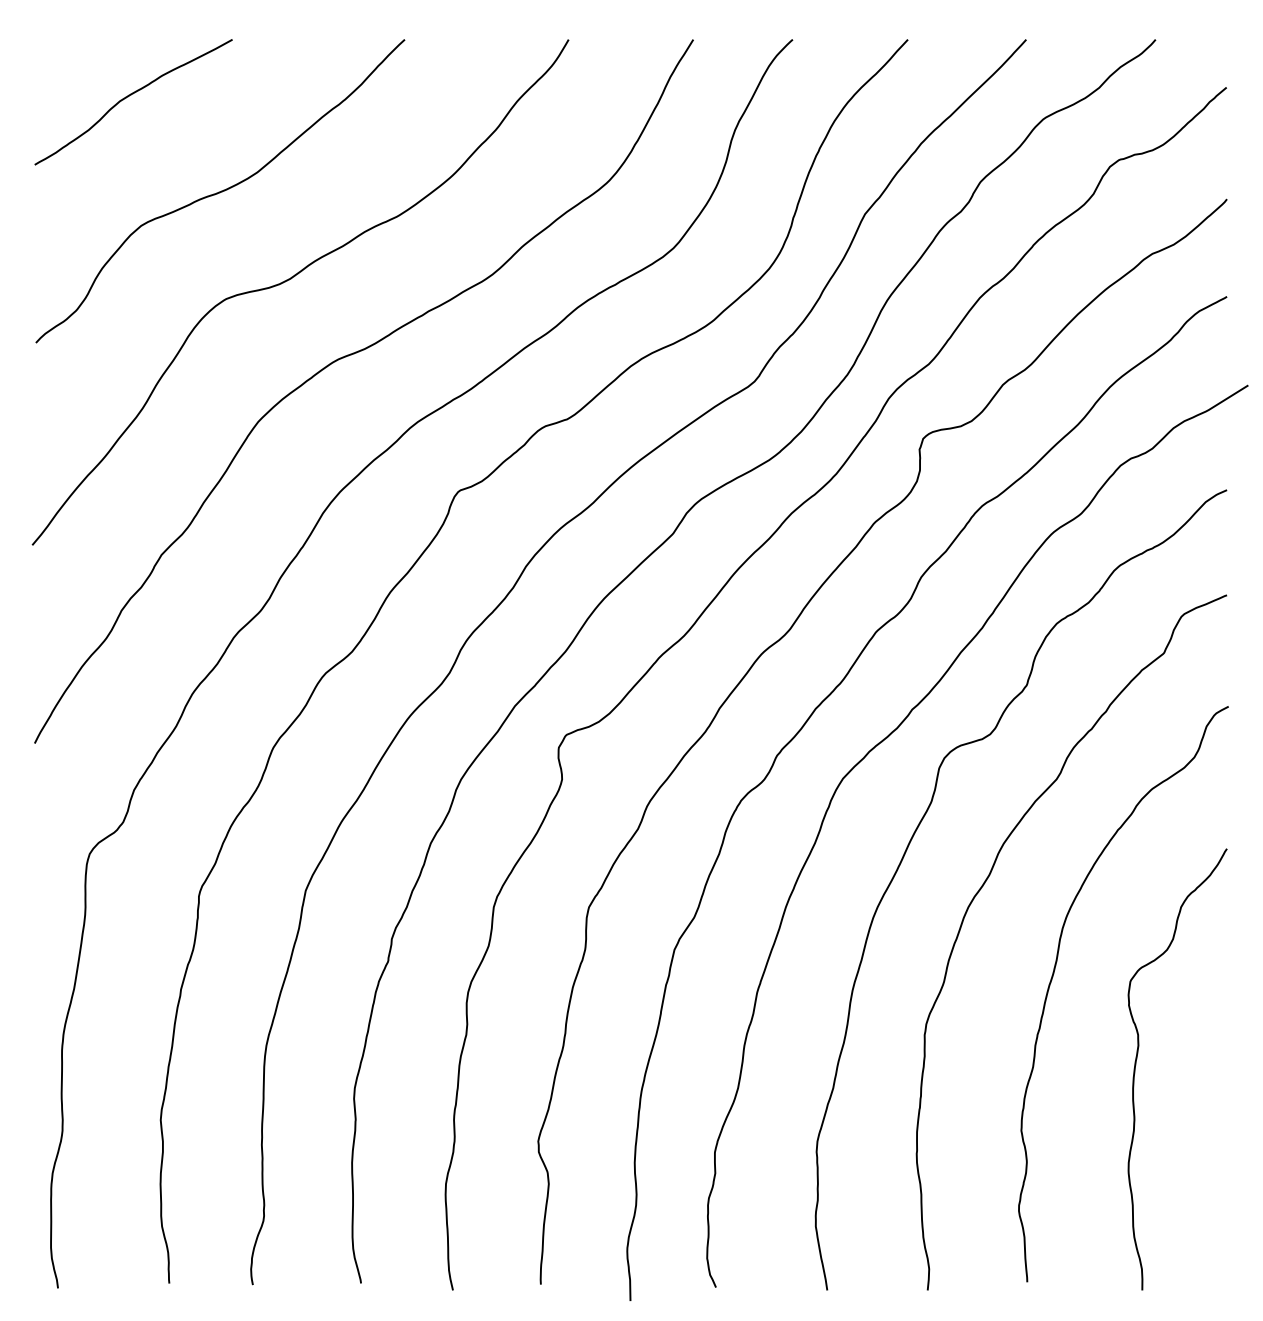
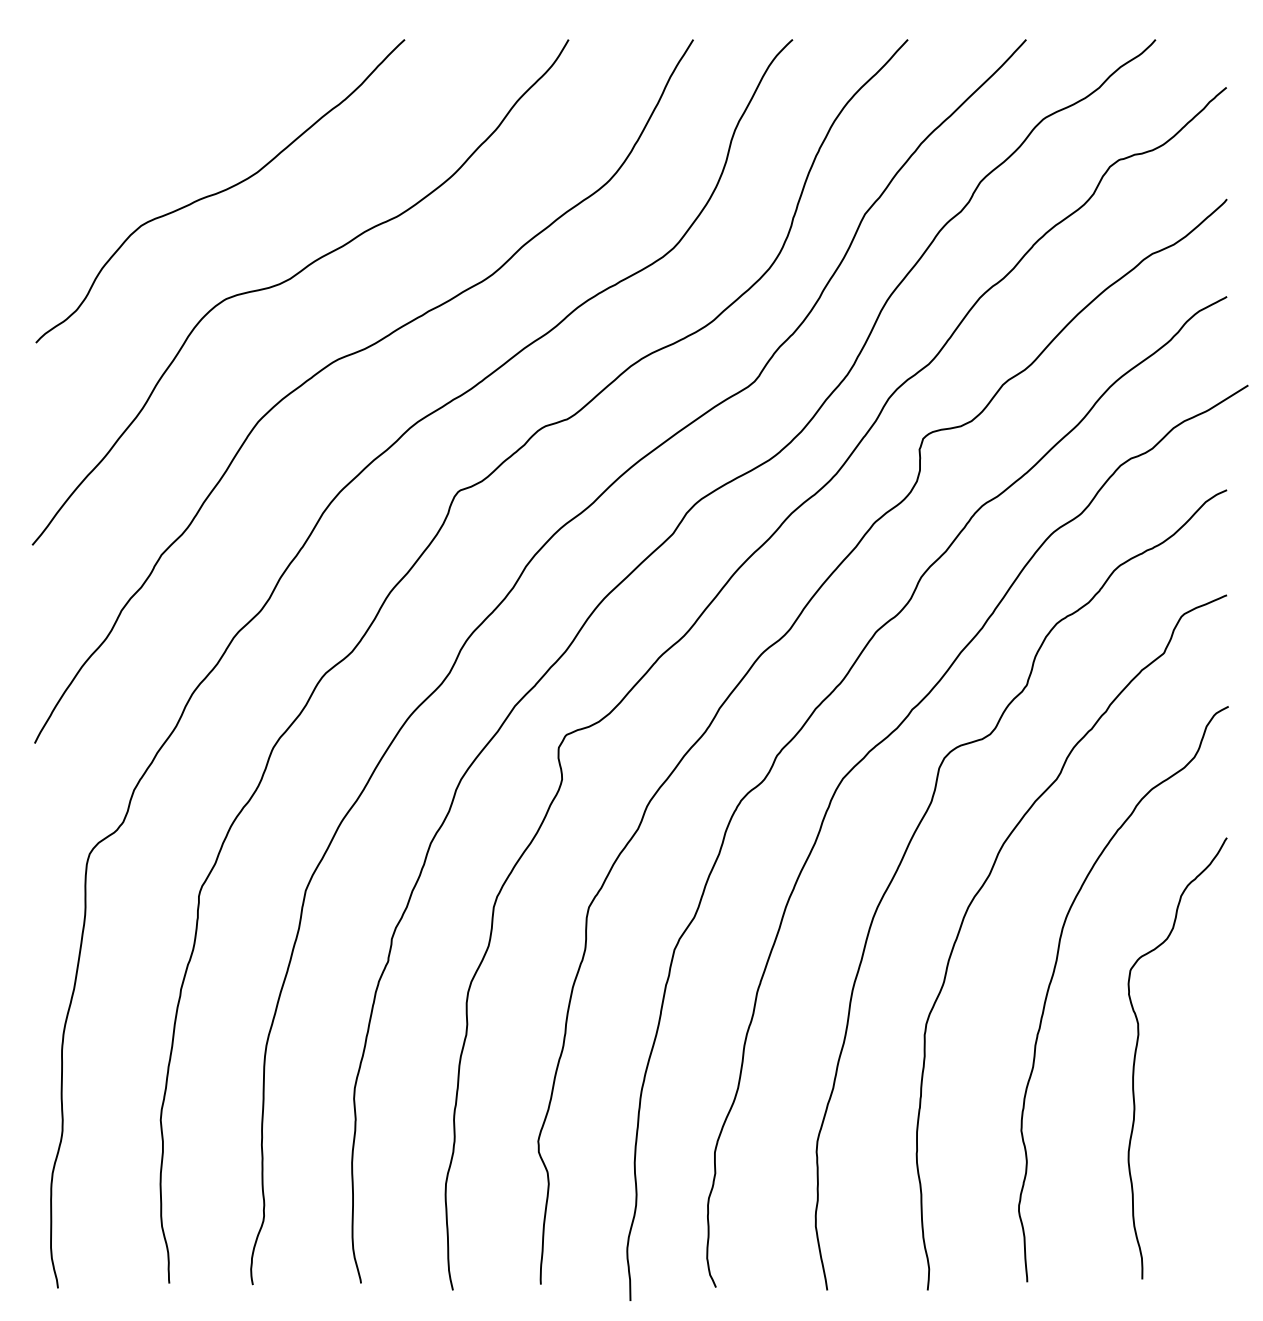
curve at (128, 97): present -> none
curve at (1136, 1065) position: (1136, 1065) -> (1136, 1054)
